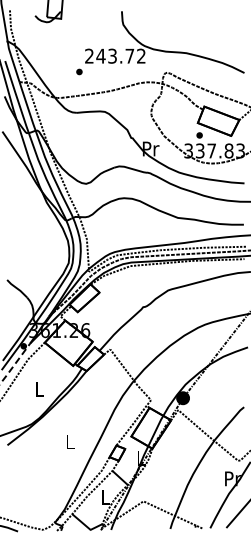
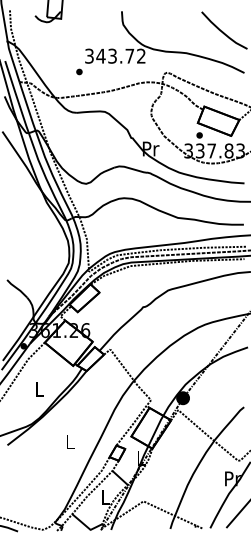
curve at (223, 31): none -> present
text at (89, 56): 243.72 -> 343.72
line at (15, 364): dashed -> solid
